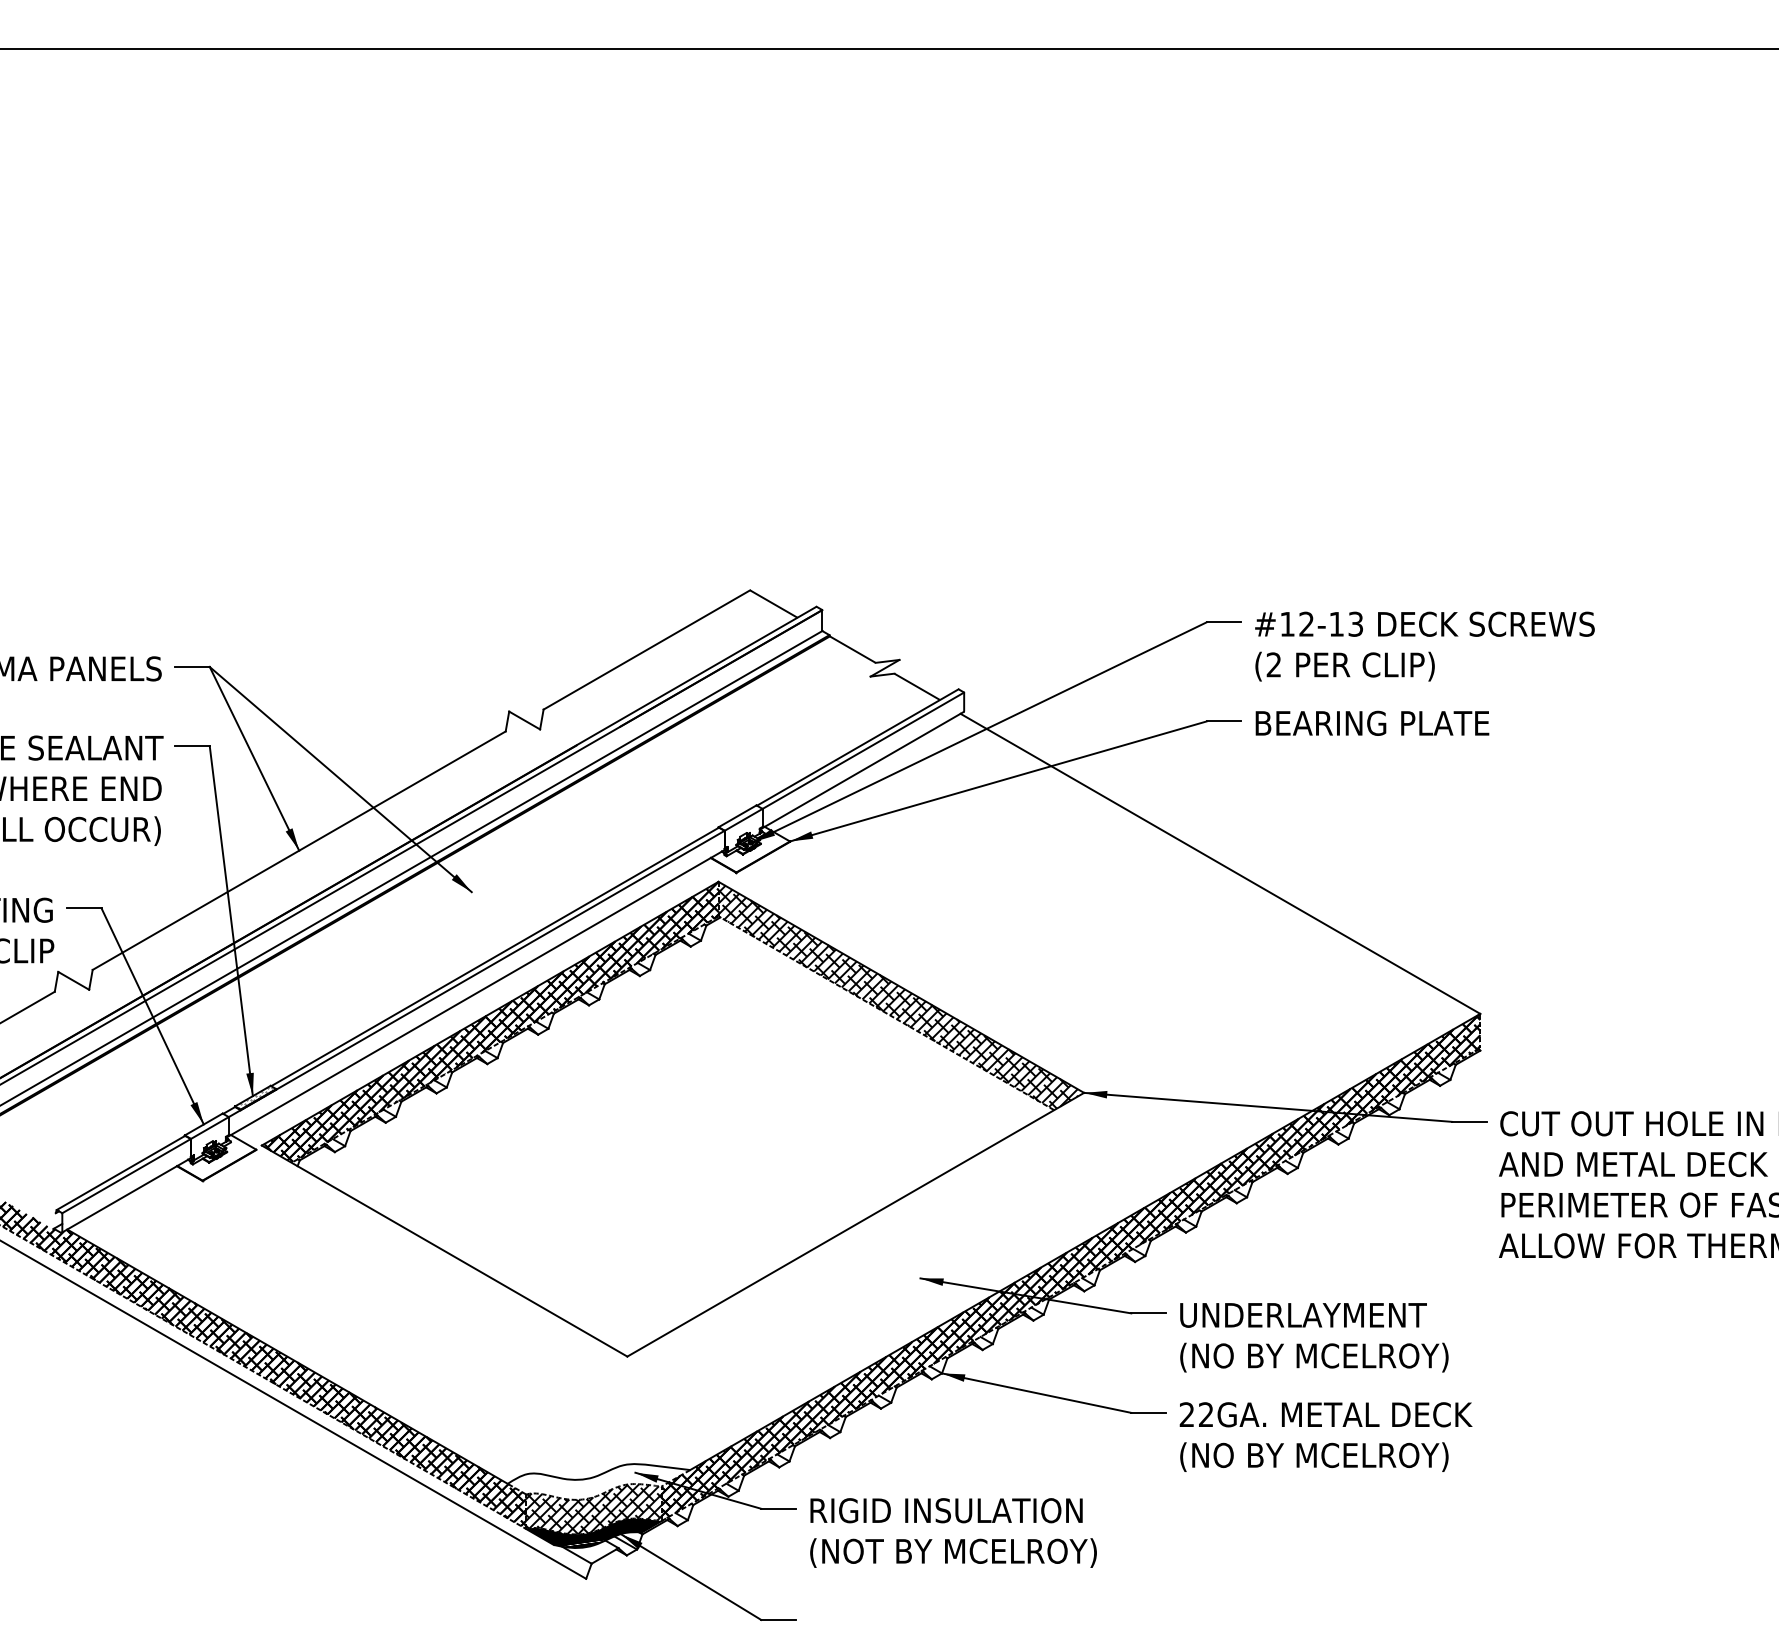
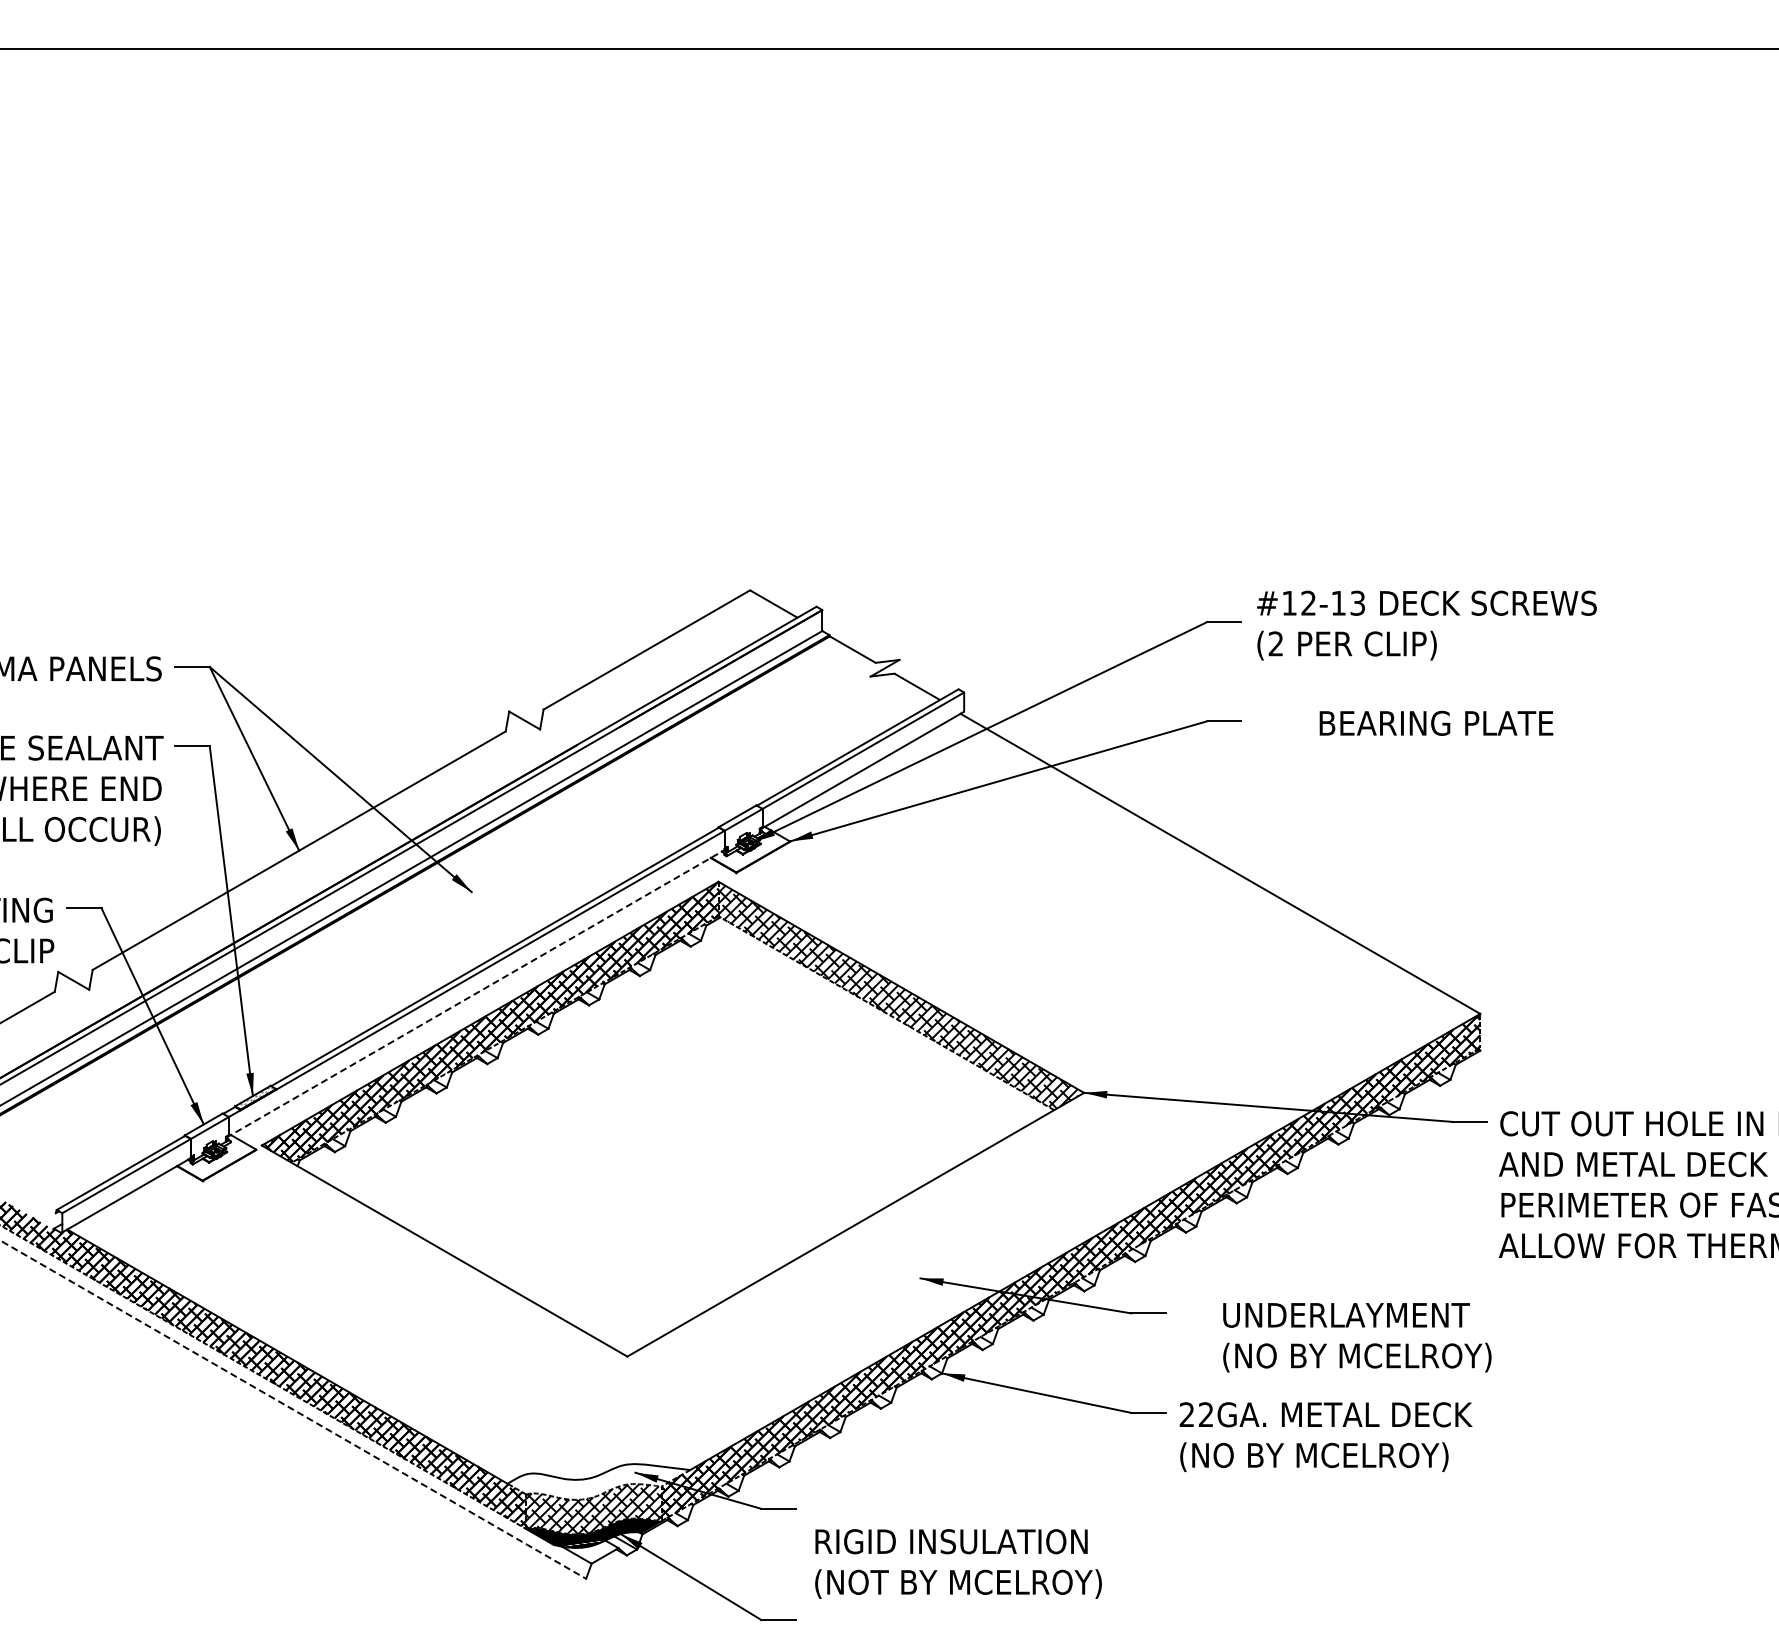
text at (1424, 646) position: (1424, 646) -> (1426, 625)
text at (1372, 722) position: (1372, 722) -> (1436, 722)
line at (477, 992): solid -> dashed
text at (1314, 1337) position: (1314, 1337) -> (1357, 1337)
line at (293, 1409): solid -> dashed
text at (953, 1532) position: (953, 1532) -> (958, 1563)
